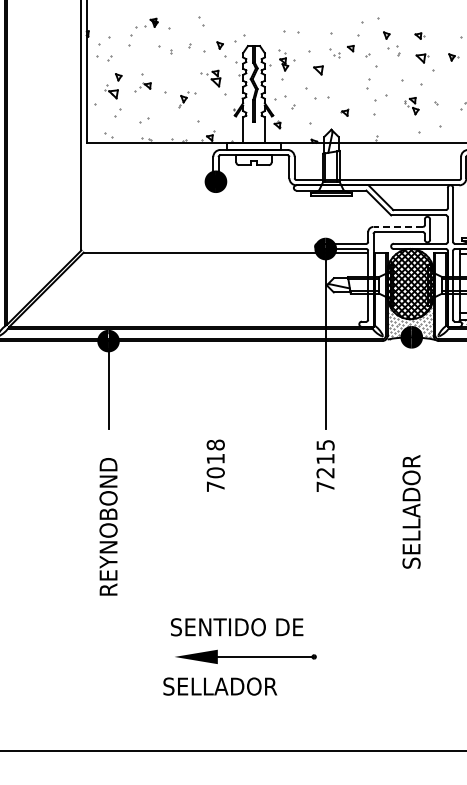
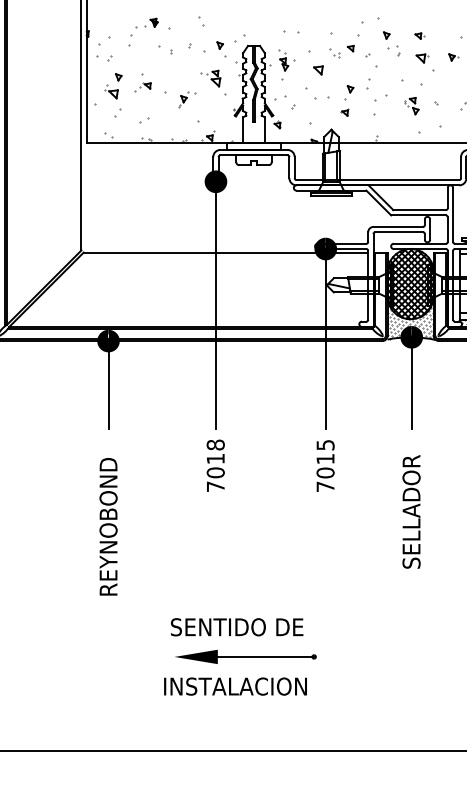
part at (349, 92): none -> present
line at (398, 226): dashed -> solid
line at (215, 304): none -> present
line at (411, 382): none -> present
text at (325, 472): 7215 -> 7015
text at (234, 686): SELLADOR -> INSTALACION
